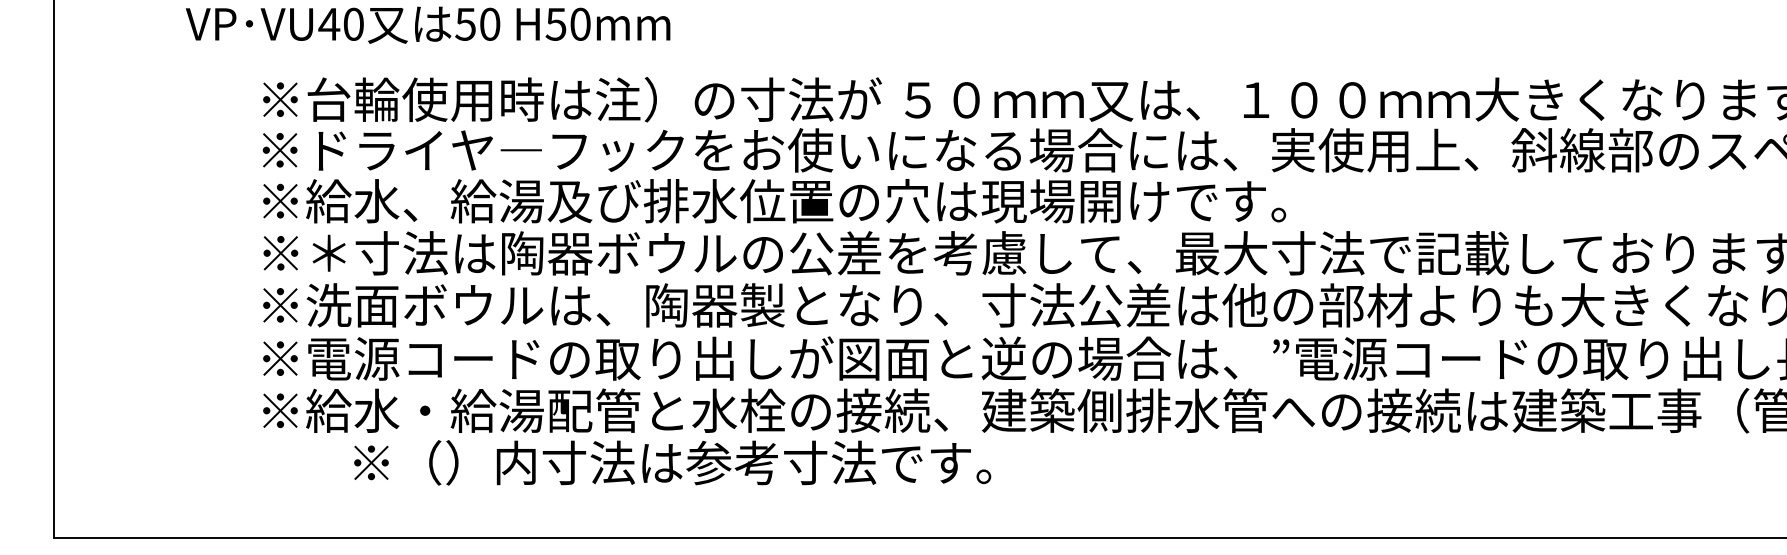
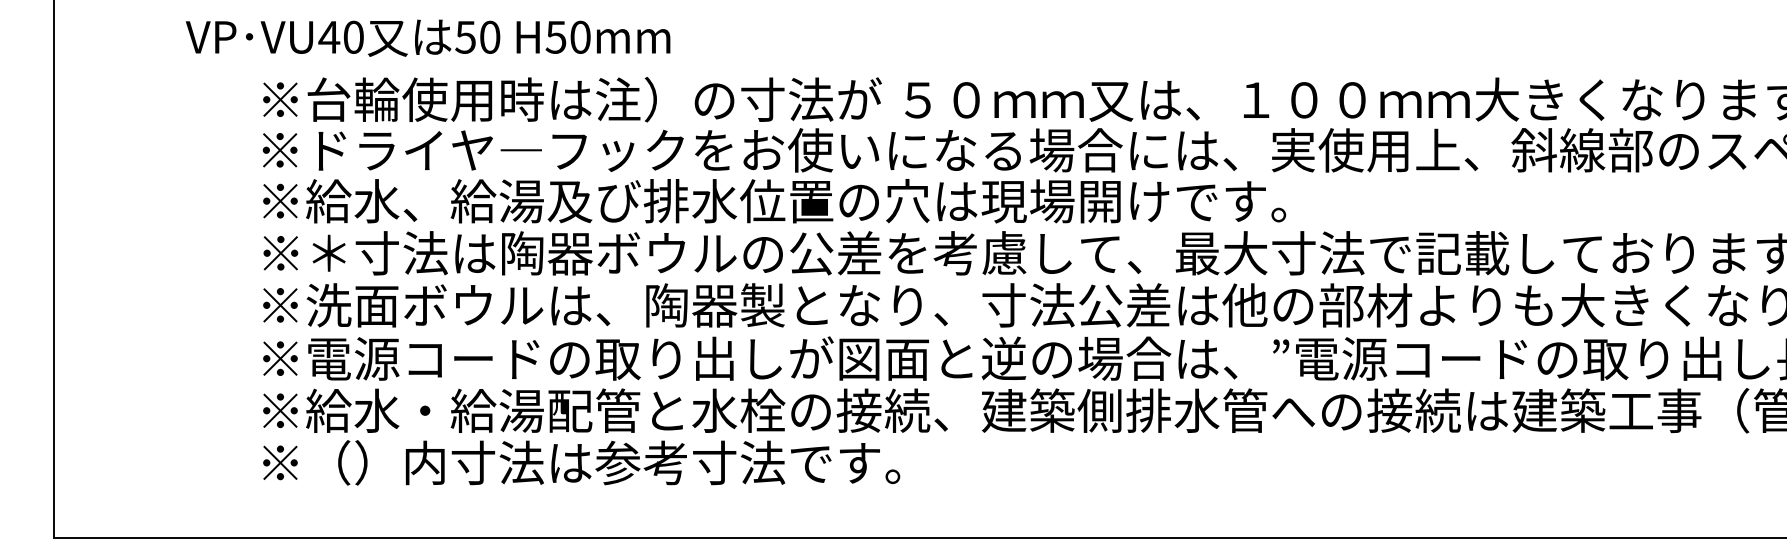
text at (427, 24) position: (427, 24) -> (427, 37)
text at (672, 462) position: (672, 462) -> (581, 462)
